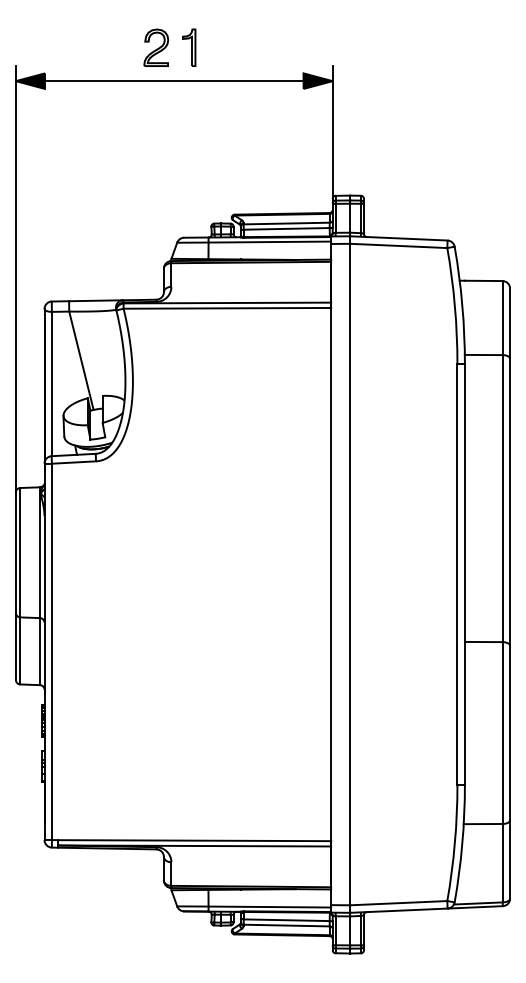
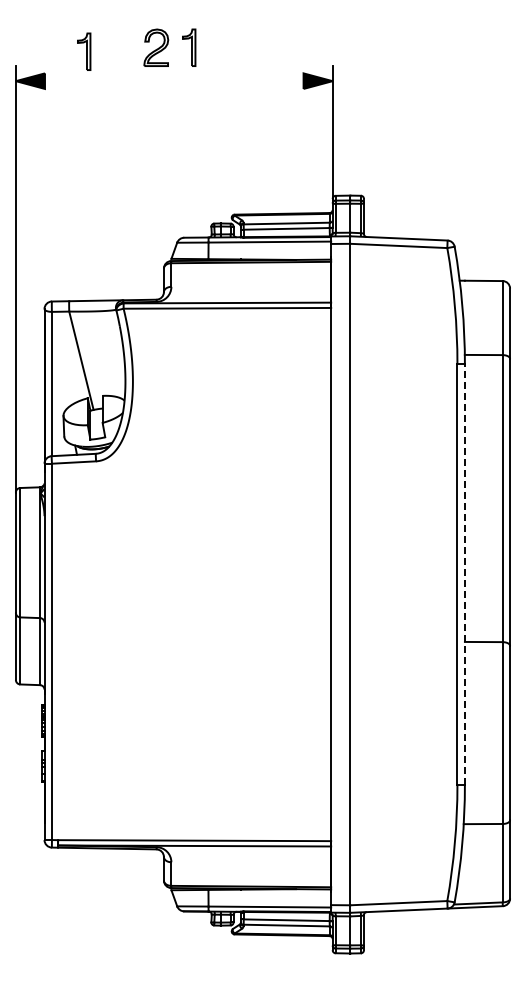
part at (84, 51): none -> present
line at (174, 81): present -> none
line at (464, 574): solid -> dashed
